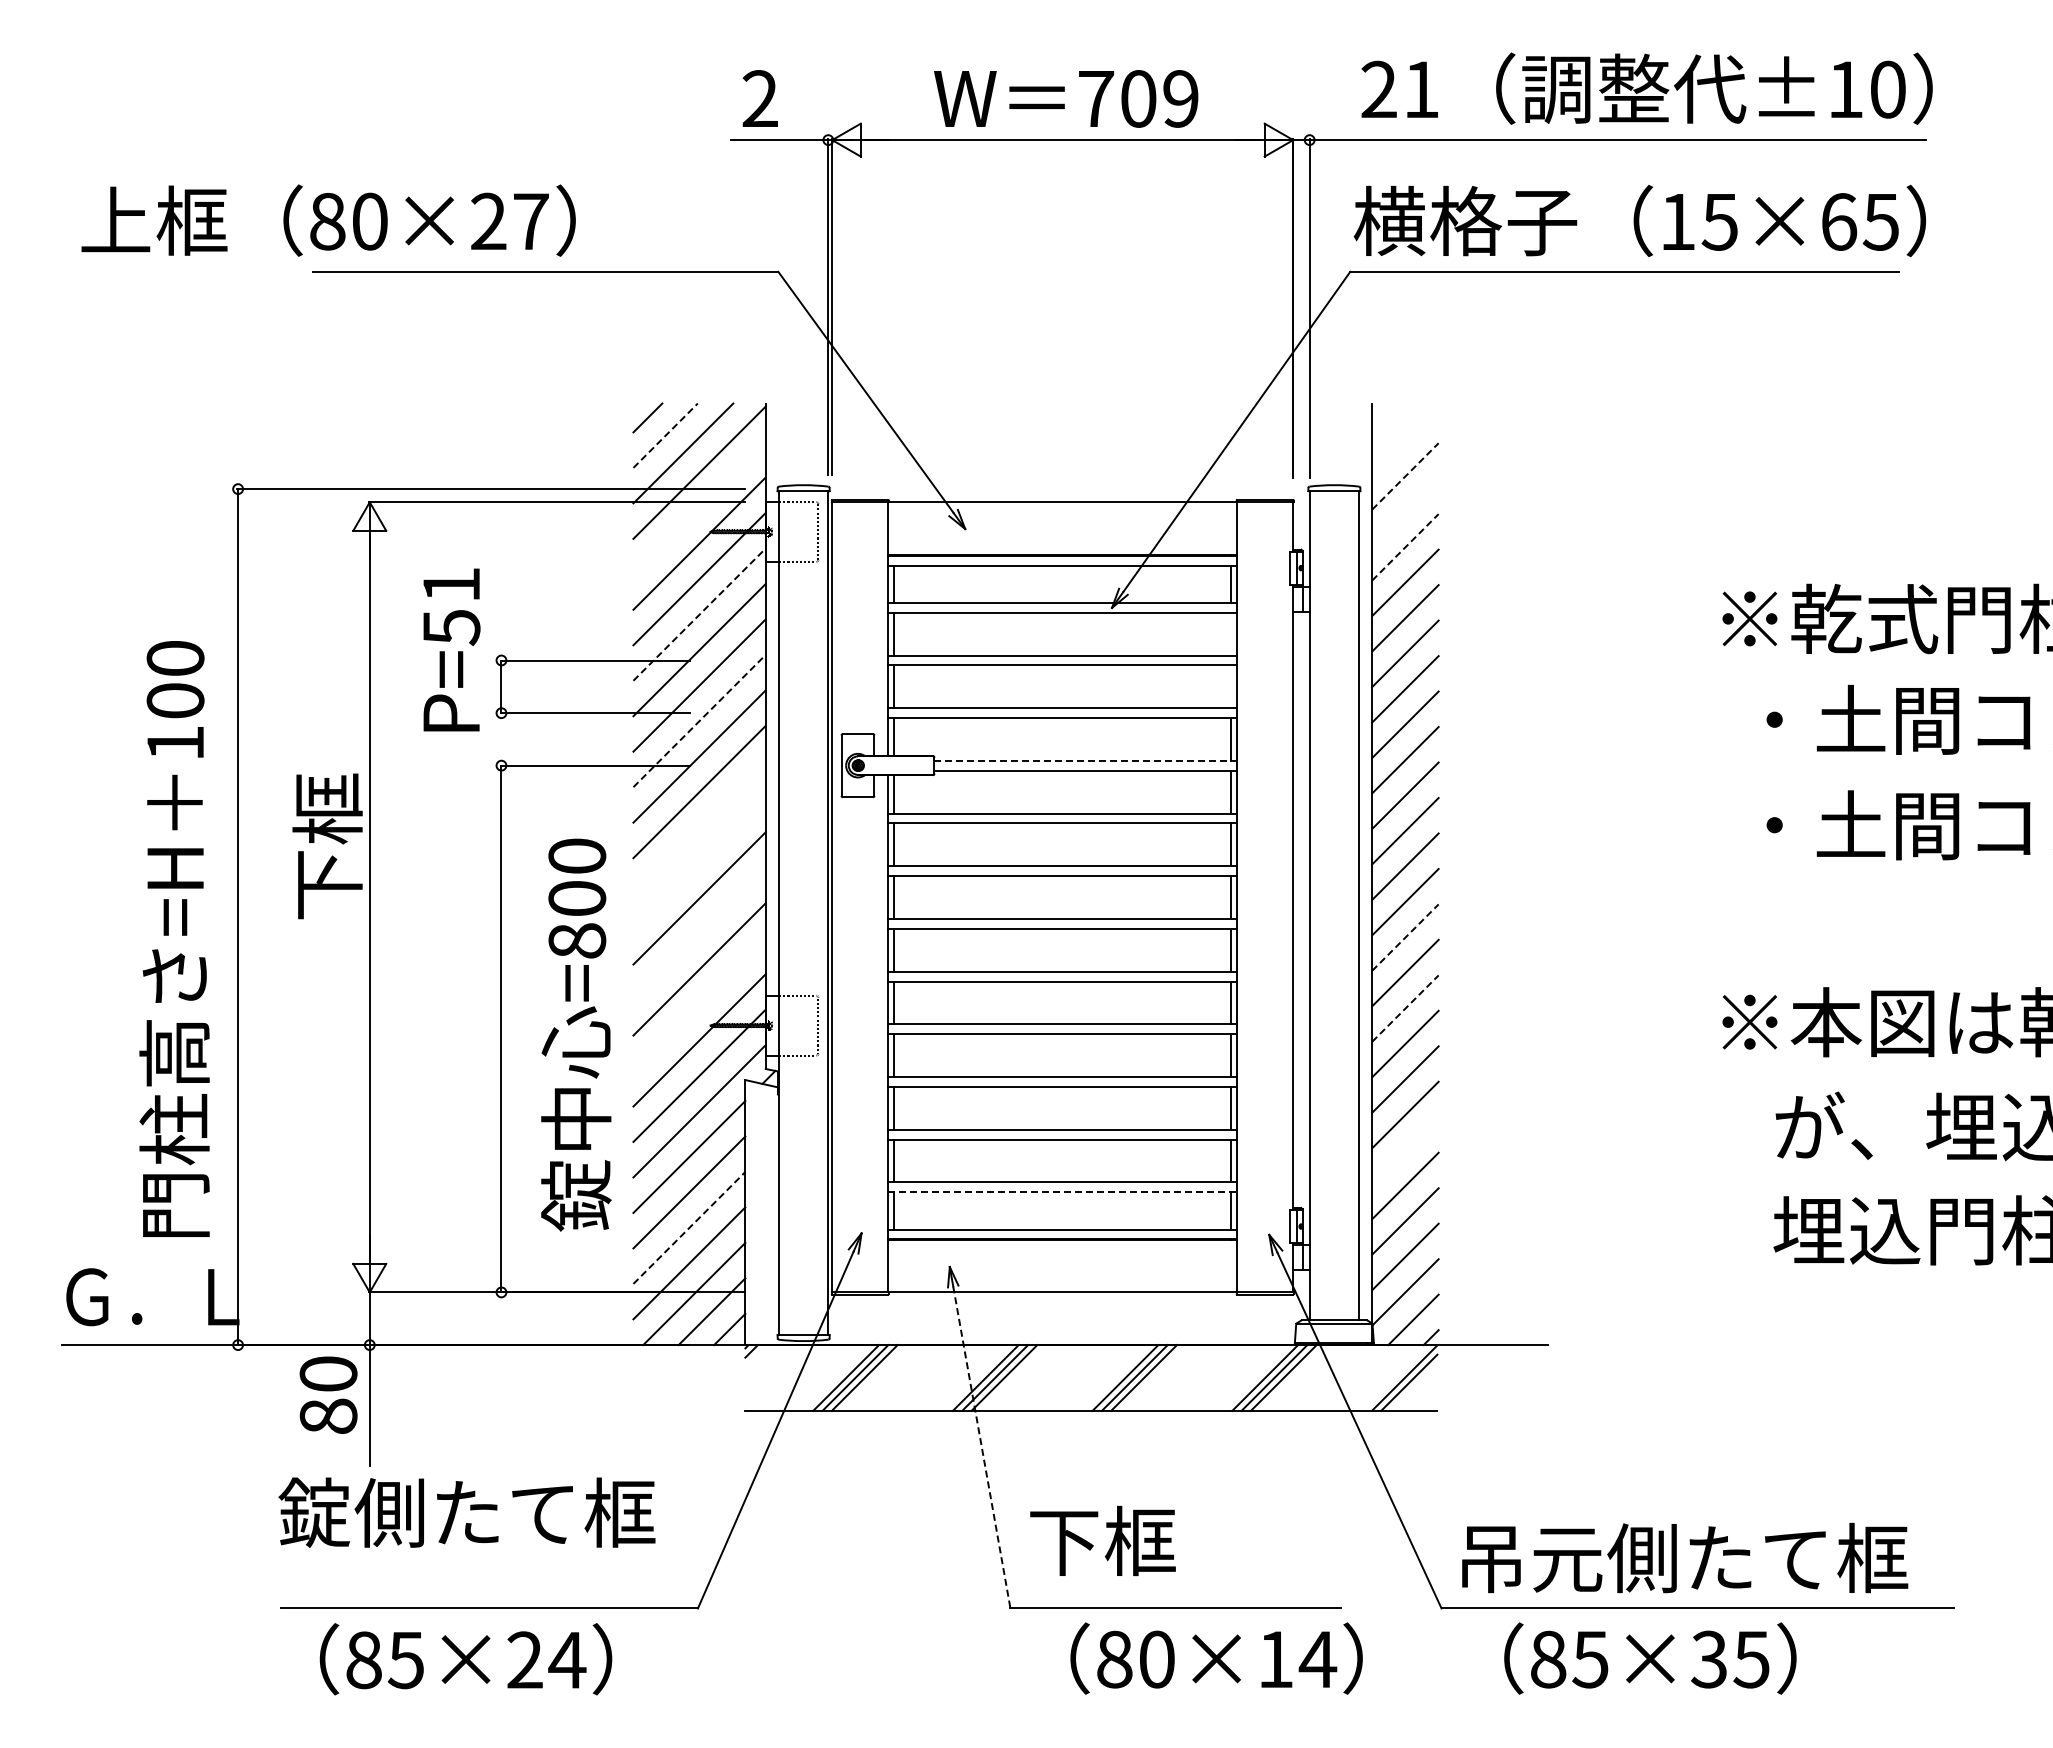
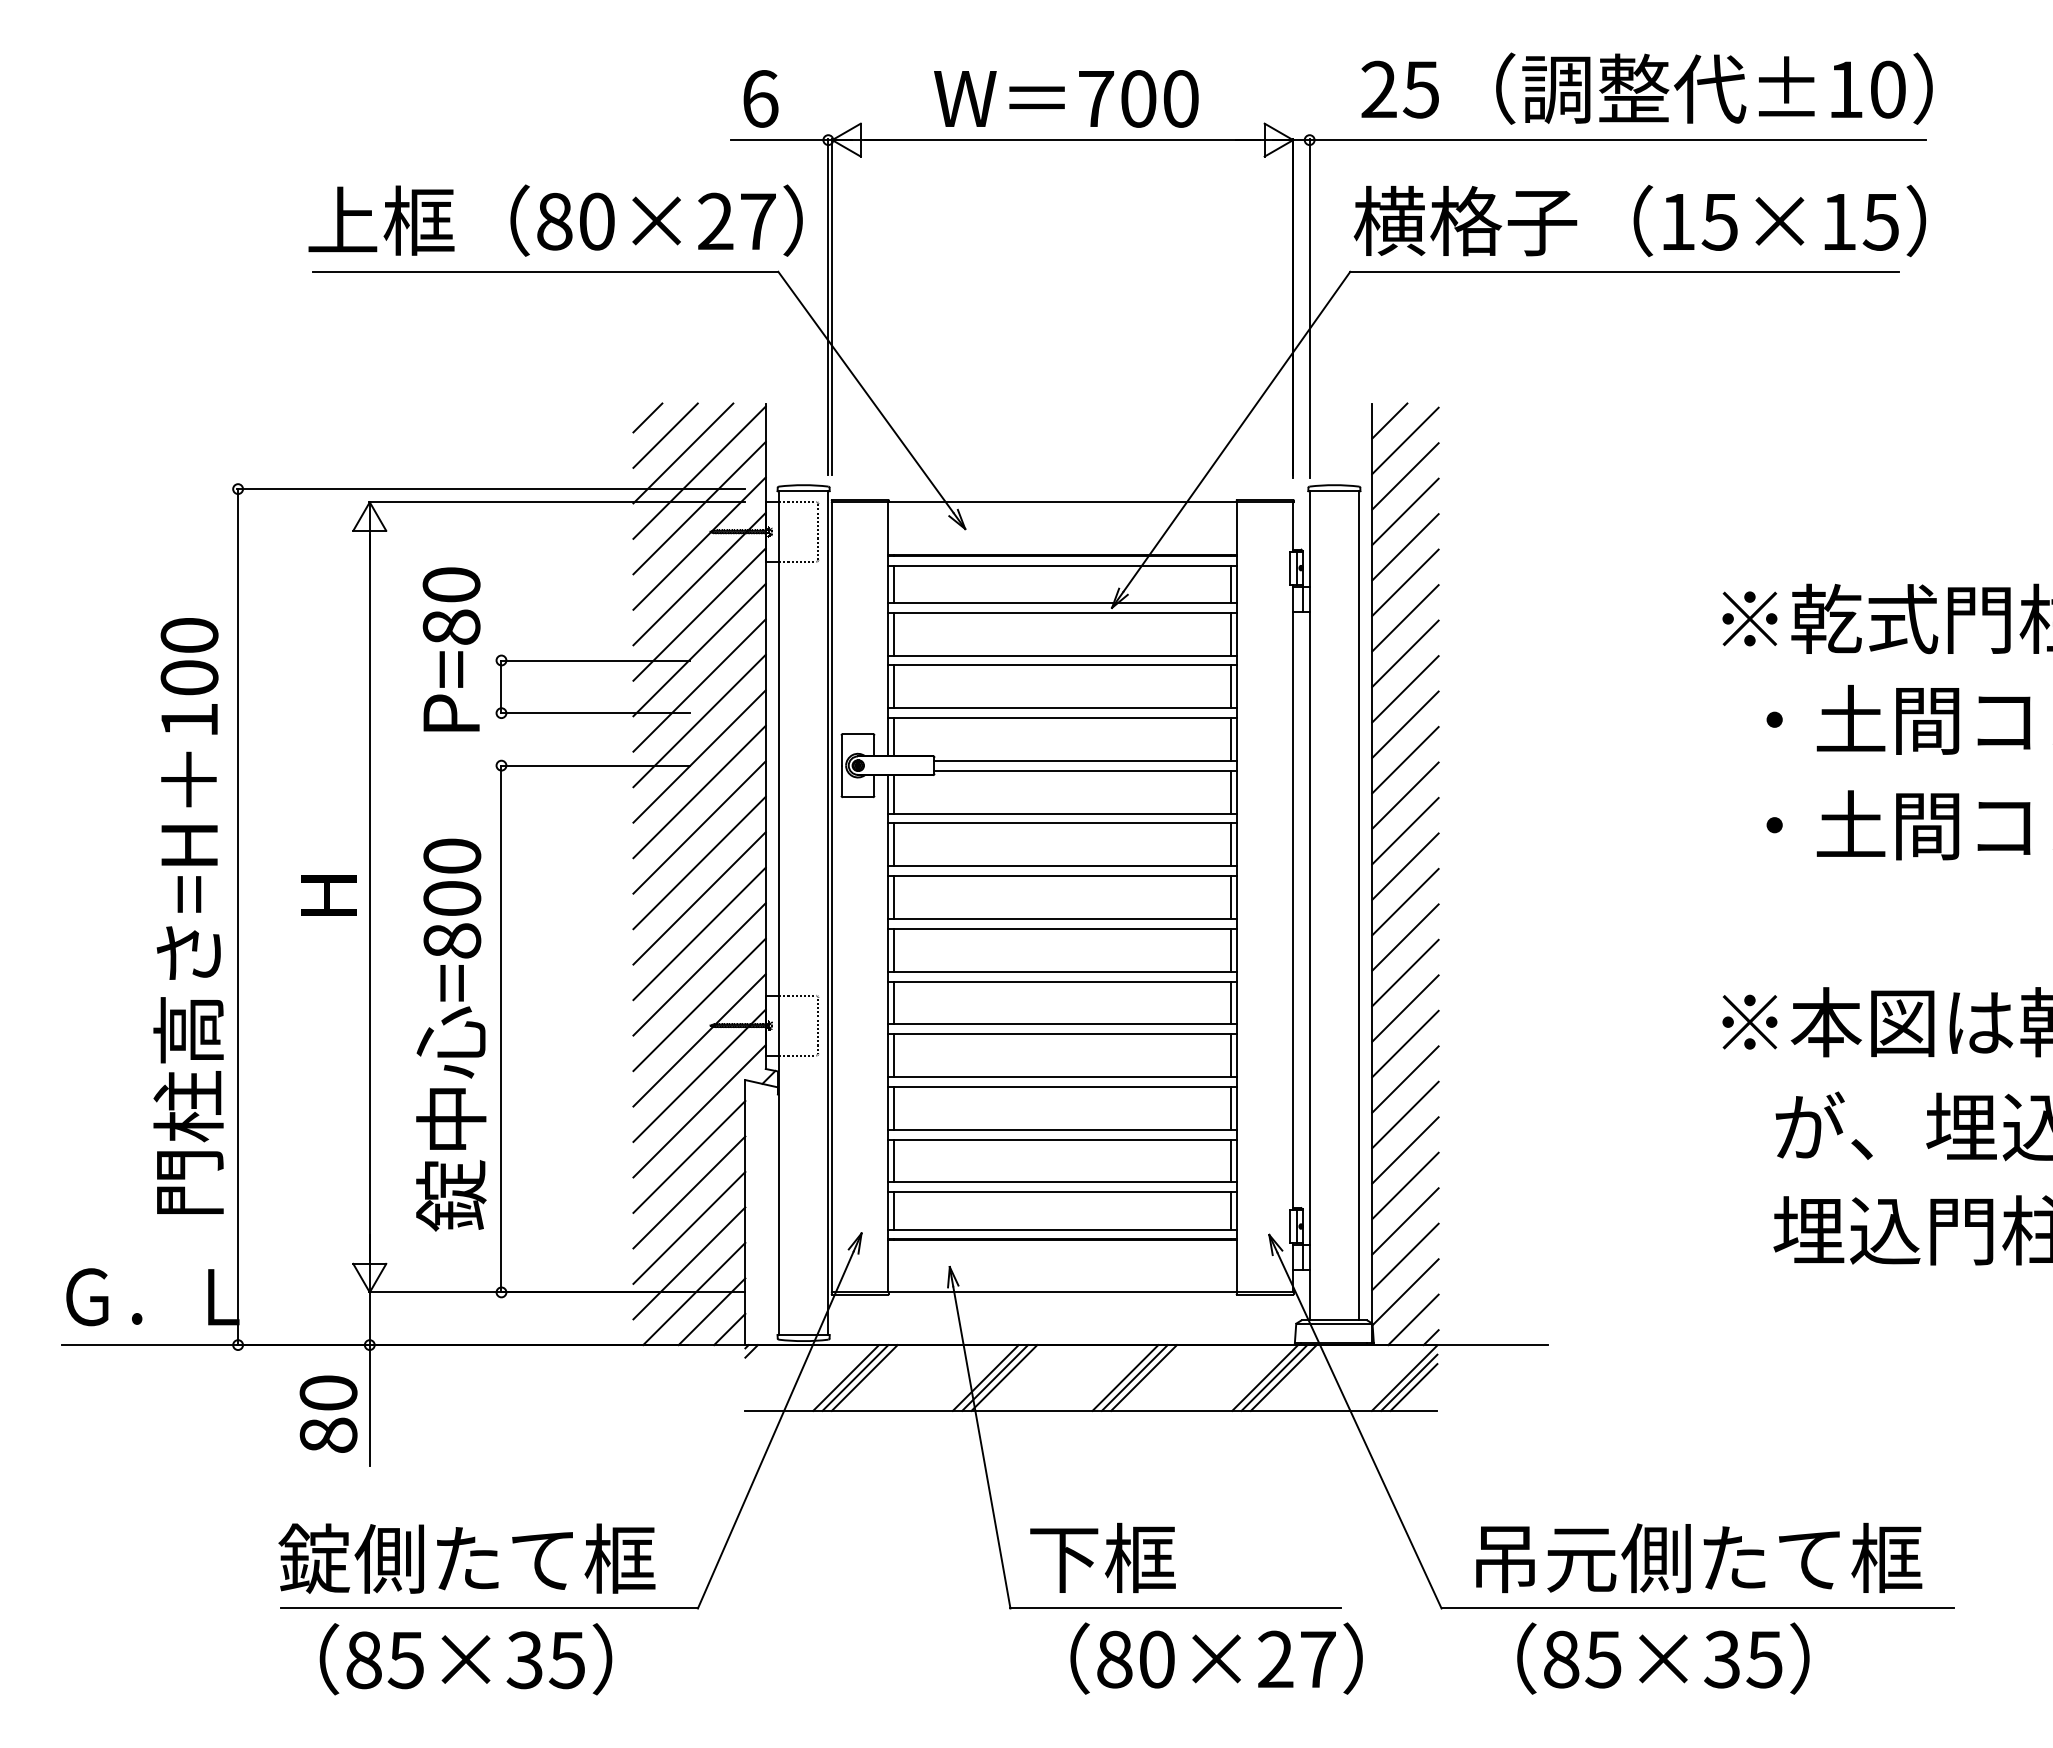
text at (1420, 89): 21 -> 25
text at (760, 98): 2 -> 6
text at (1180, 98): 709 -> 700
text at (328, 220) position: (328, 220) -> (555, 220)
text at (1839, 221): 15×65 -> 15×15
line at (1389, 420): none -> present
line at (665, 435): dashed -> solid
line at (1405, 440): none -> present
line at (1405, 476): dashed -> solid
line at (699, 507): none -> present
line at (1405, 511): none -> present
line at (1405, 547): dashed -> solid
text at (451, 606): P=51 -> P=80
line at (699, 614): dashed -> solid
line at (1231, 633): none -> present
line at (1231, 686): none -> present
line at (699, 721): dashed -> solid
line at (1086, 760): dashed -> solid
line at (699, 827): none -> present
text at (327, 846): 下框 -> H
line at (699, 862): none -> present
line at (699, 933): none -> present
line at (1405, 937): dashed -> solid
text at (174, 938) position: (174, 938) -> (188, 915)
line at (699, 1004): none -> present
line at (1405, 1008): dashed -> solid
text at (576, 1034) position: (576, 1034) -> (451, 1034)
line at (1405, 1150): none -> present
line at (1063, 1192): dashed -> solid
line at (689, 1227): dashed -> solid
line at (1413, 1387): none -> present
text at (328, 1394) position: (328, 1394) -> (328, 1413)
line at (981, 1447): dashed -> solid
text at (466, 1512) position: (466, 1512) -> (466, 1558)
text at (1102, 1540) position: (1102, 1540) -> (1102, 1557)
text at (1685, 1557) position: (1685, 1557) -> (1699, 1557)
text at (1297, 1658): 80×14 -> 80×27
text at (1650, 1658) position: (1650, 1658) -> (1663, 1658)
text at (546, 1660): 85×24 -> 85×35
